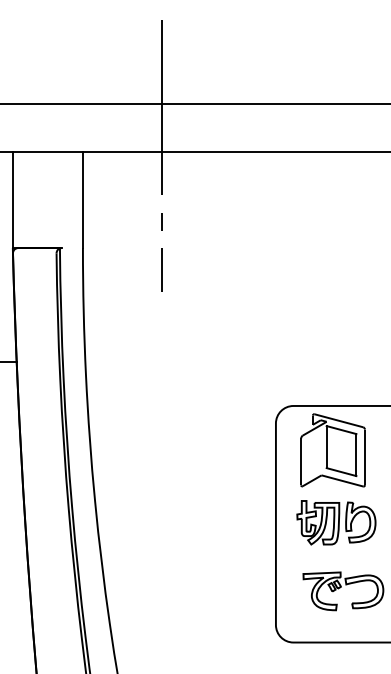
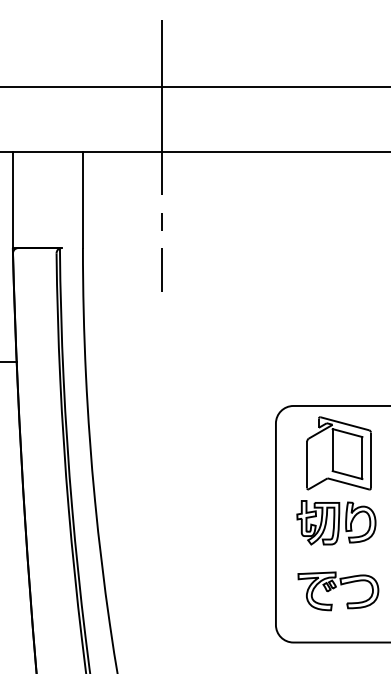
line at (194, 103) position: (194, 103) -> (194, 86)
part at (332, 450) position: (332, 450) -> (338, 453)
part at (343, 591) position: (343, 591) -> (338, 591)
